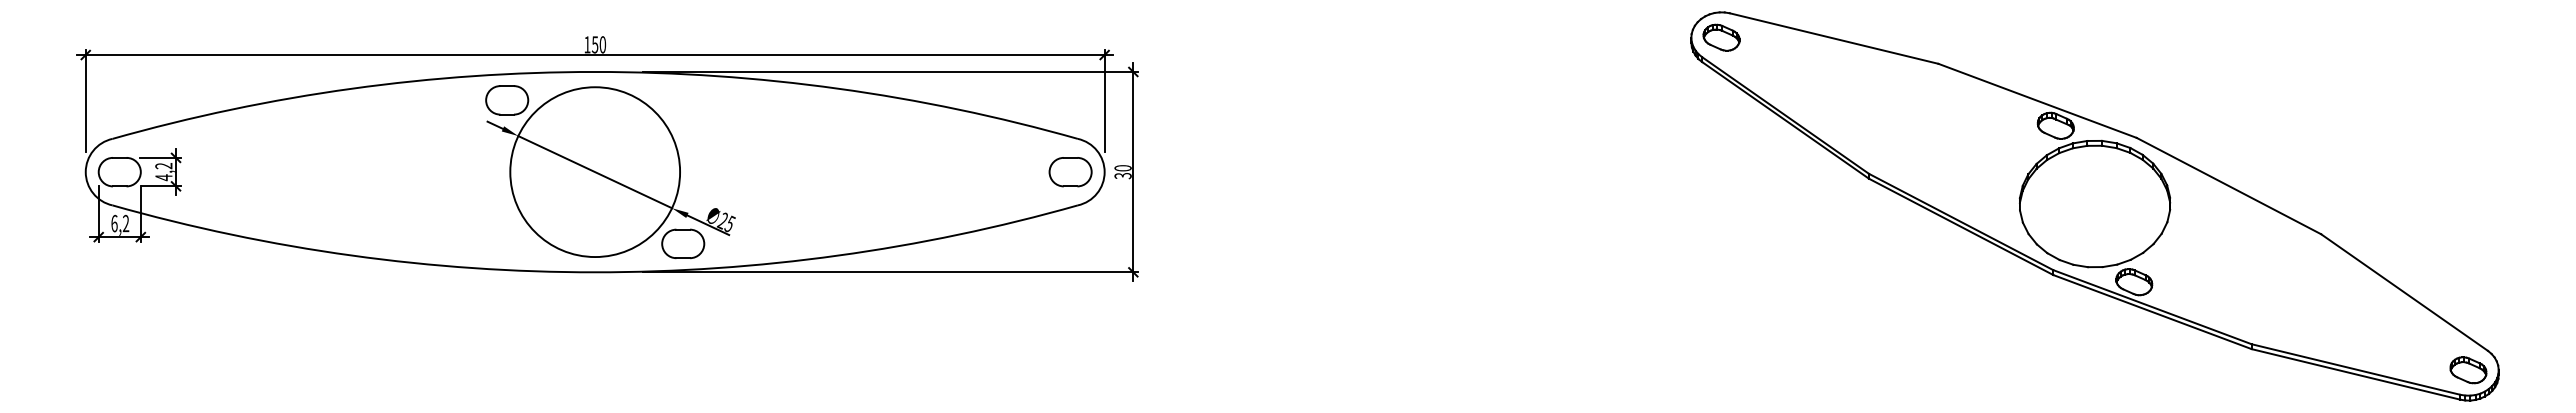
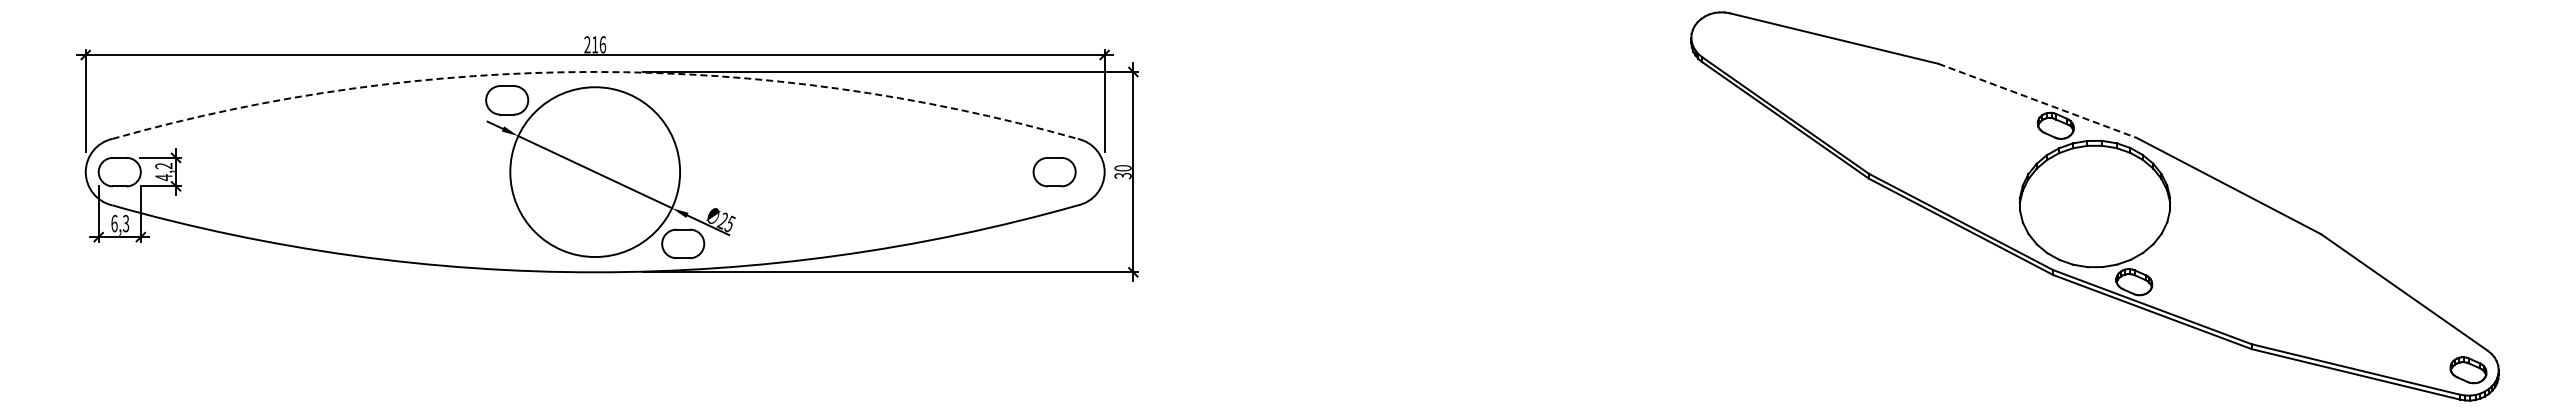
part at (1721, 37): present -> none
text at (595, 44): 150 -> 216
arc at (595, 71): solid -> dashed
line at (2037, 100): solid -> dashed
part at (1070, 172) position: (1070, 172) -> (1054, 172)
text at (125, 223): 6,2 -> 6,3
